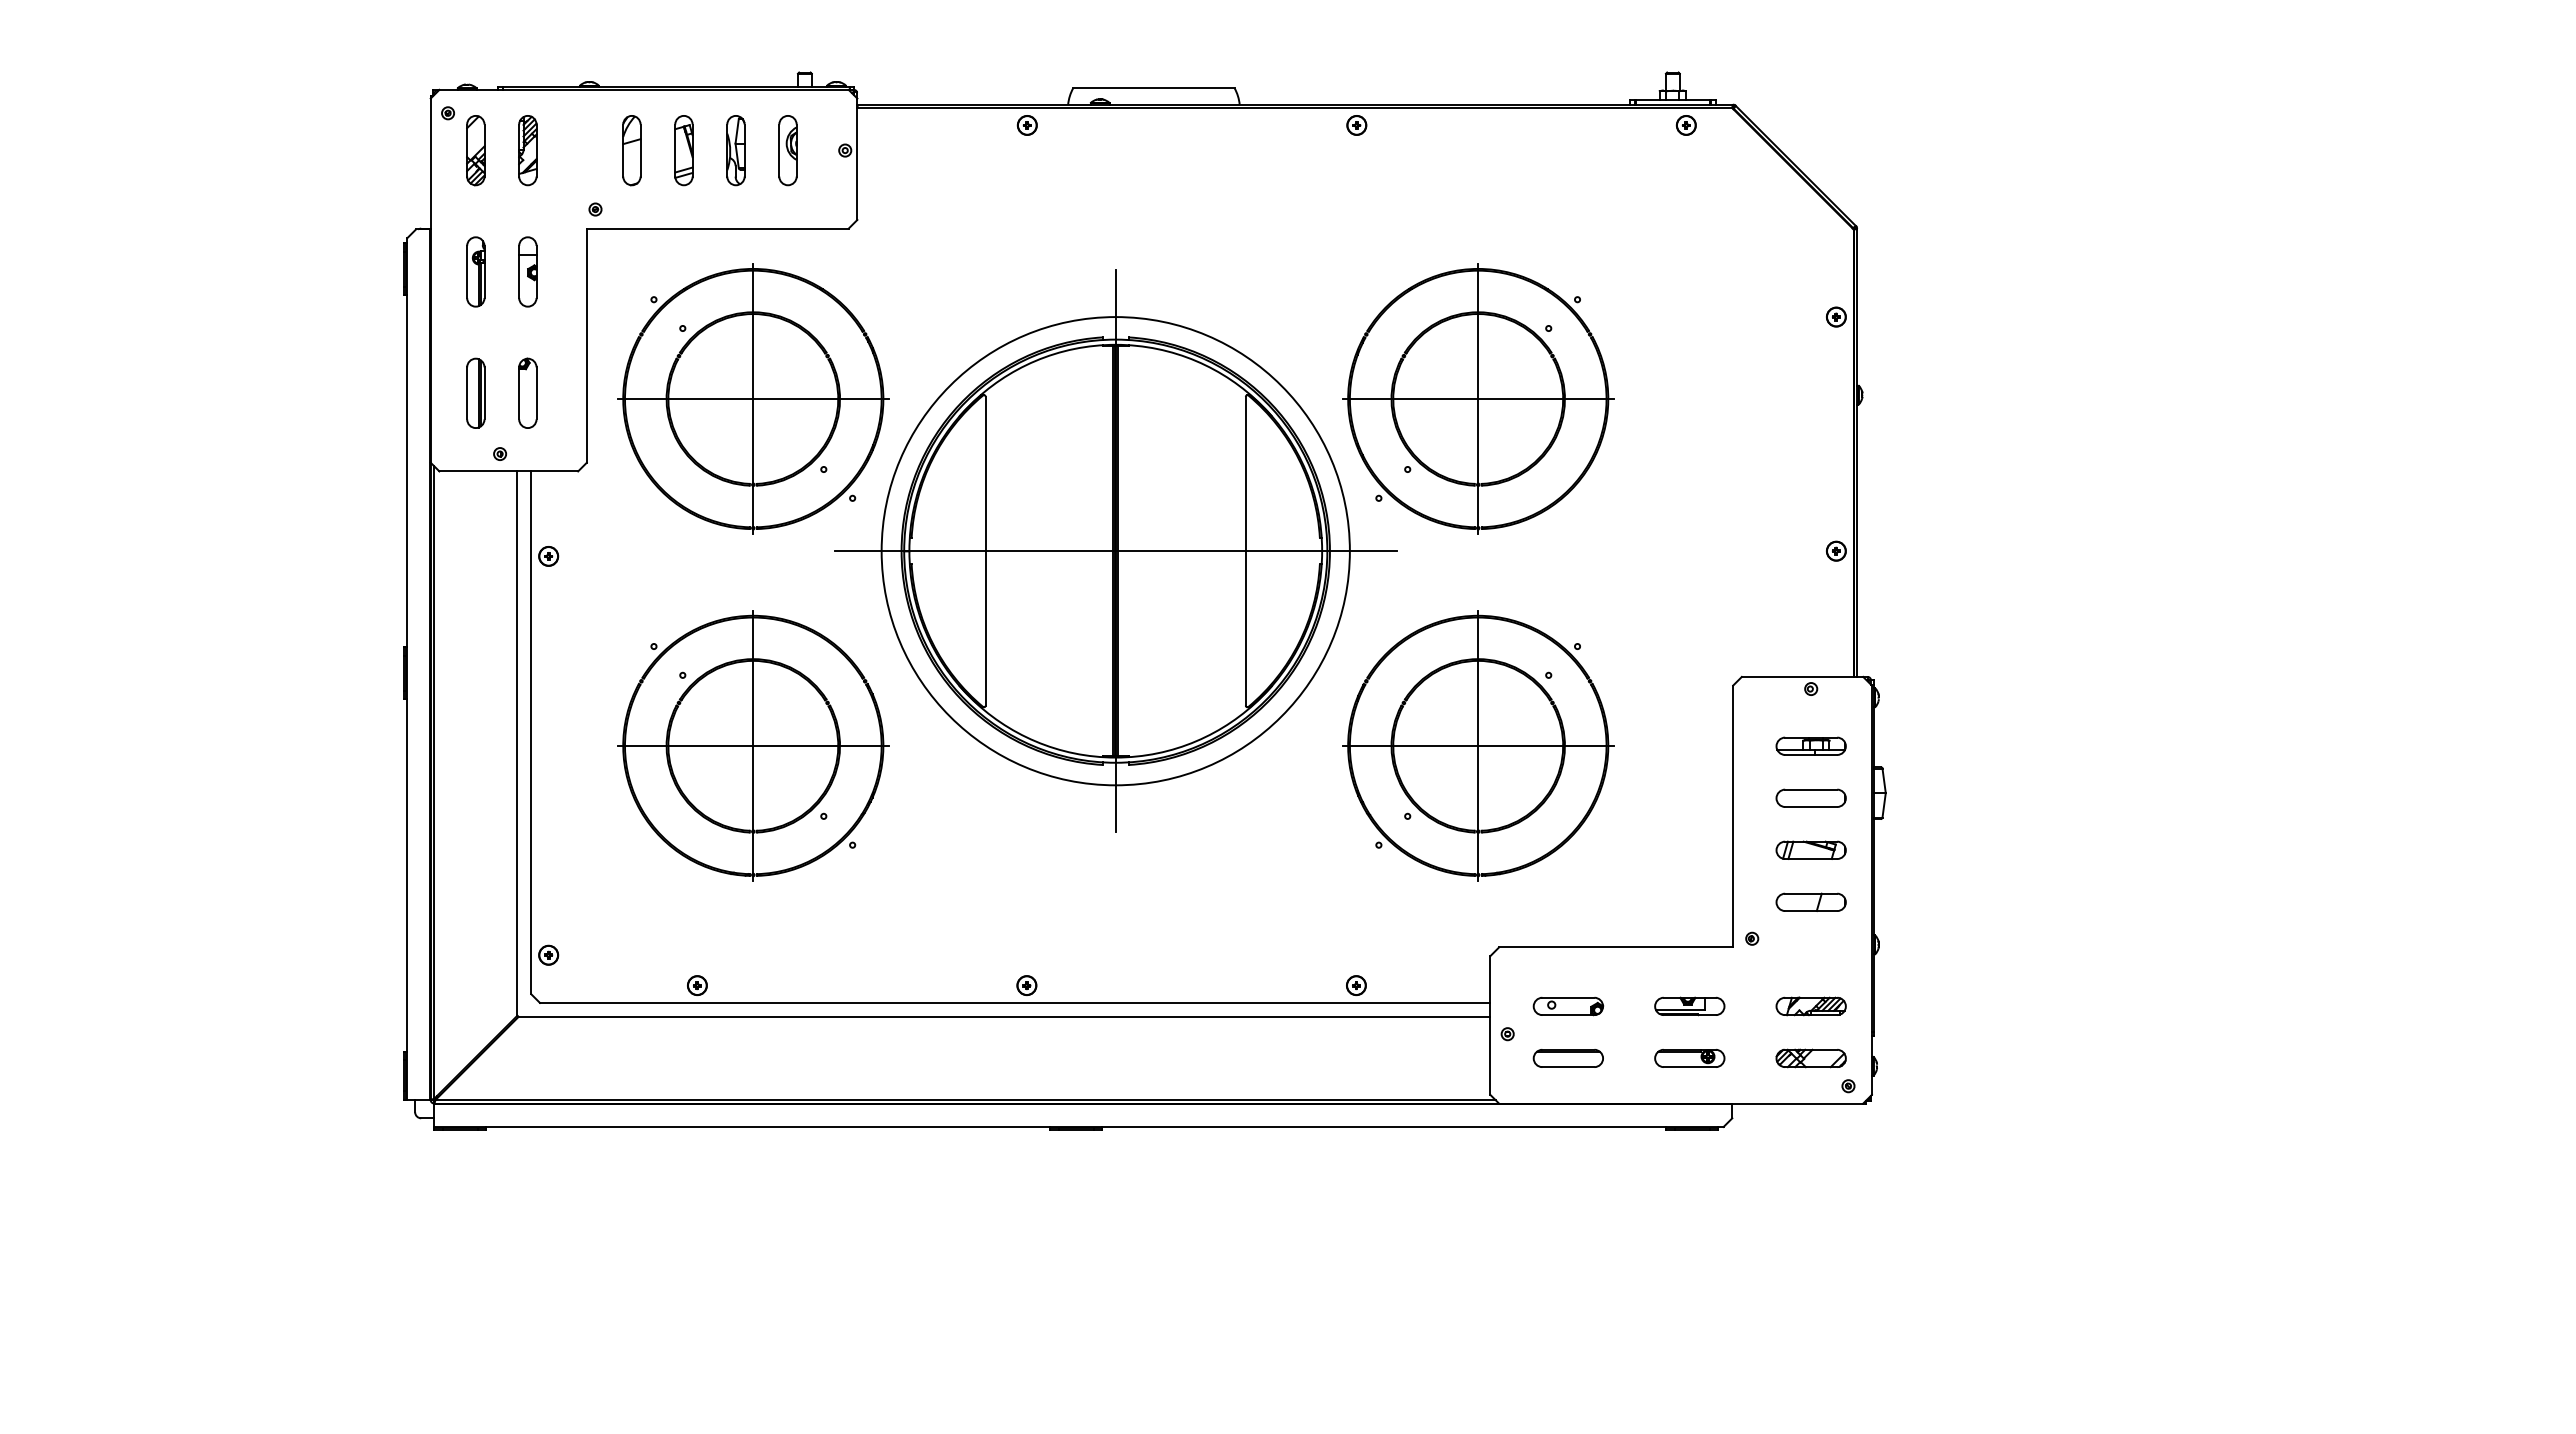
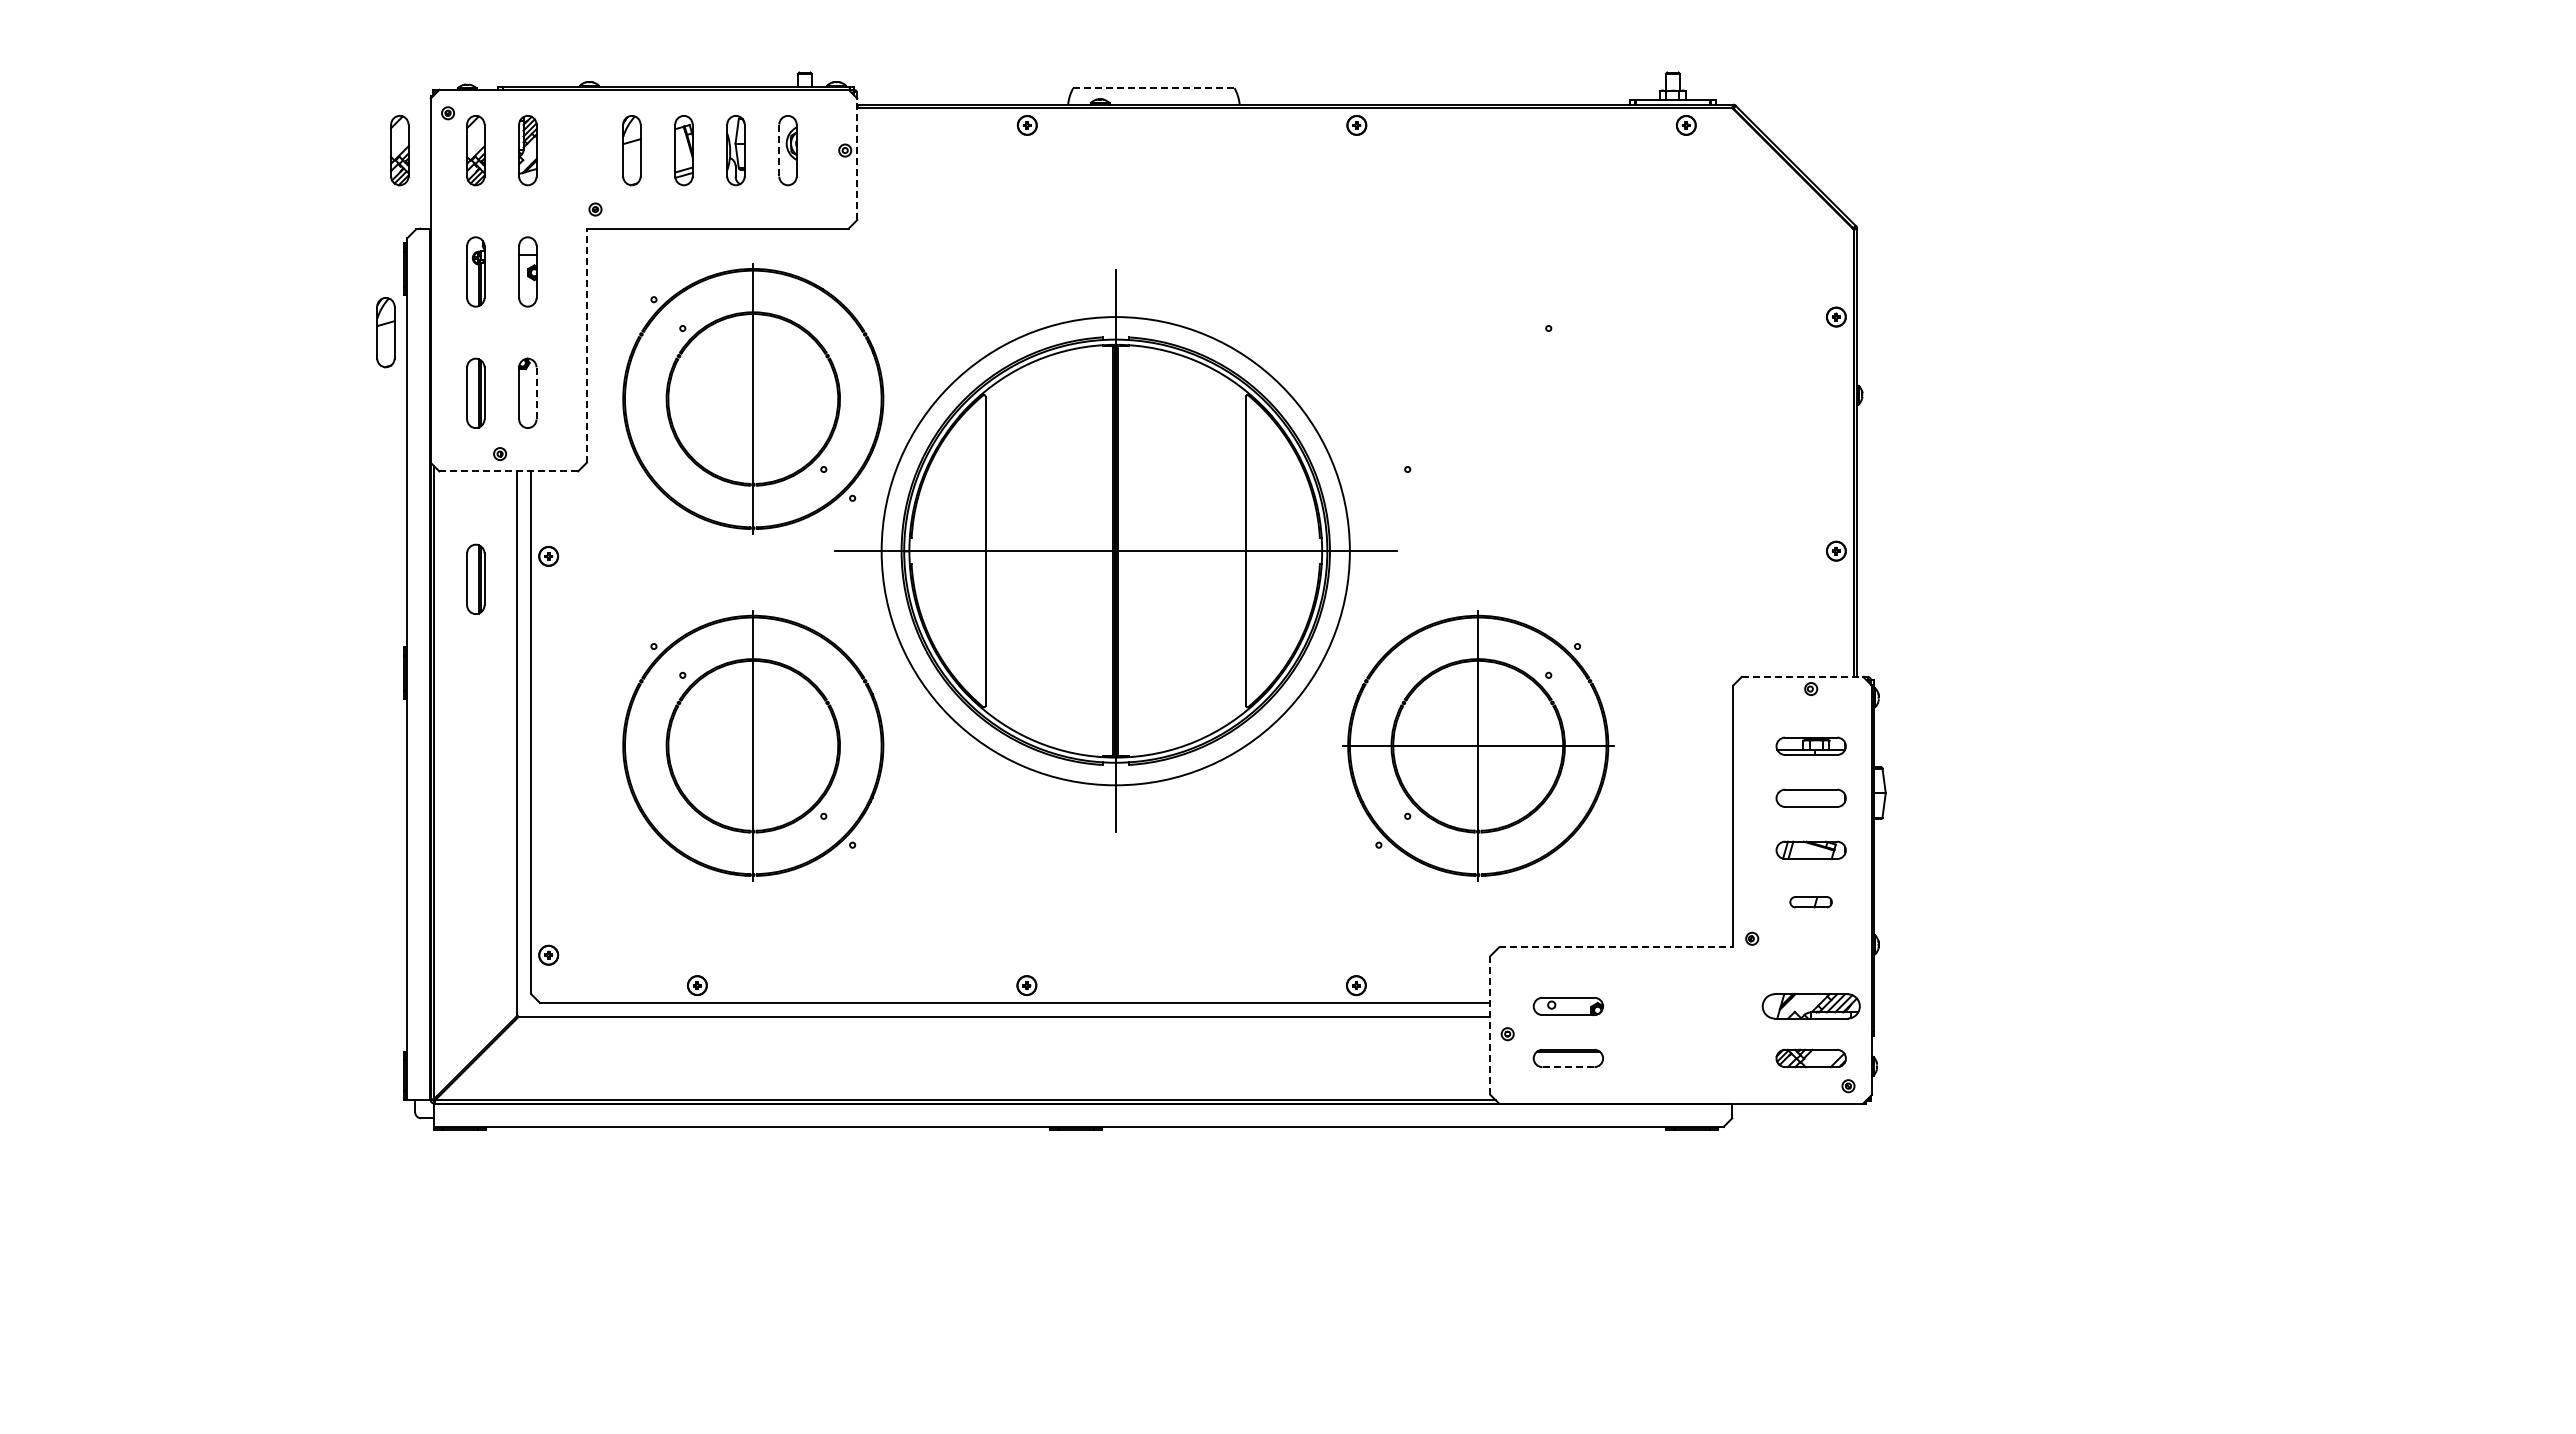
line at (1153, 88): solid -> dashed
part at (399, 150): none -> present
line at (779, 151): solid -> dashed
line at (857, 159): solid -> dashed
part at (385, 332): none -> present
line at (586, 345): solid -> dashed
line at (536, 392): solid -> dashed
part at (1478, 398): present -> none
line at (752, 399): present -> none
line at (509, 471): solid -> dashed
part at (475, 578): none -> present
line at (1802, 676): solid -> dashed
line at (752, 745): present -> none
part at (1810, 901) size: 72x20 px -> 44x13 px
line at (1616, 947): solid -> dashed
part at (1689, 1006): present -> none
part at (1810, 1006) size: 72x21 px -> 100x27 px
line at (1490, 1025): solid -> dashed
part at (1689, 1058): present -> none
line at (1567, 1067): solid -> dashed
